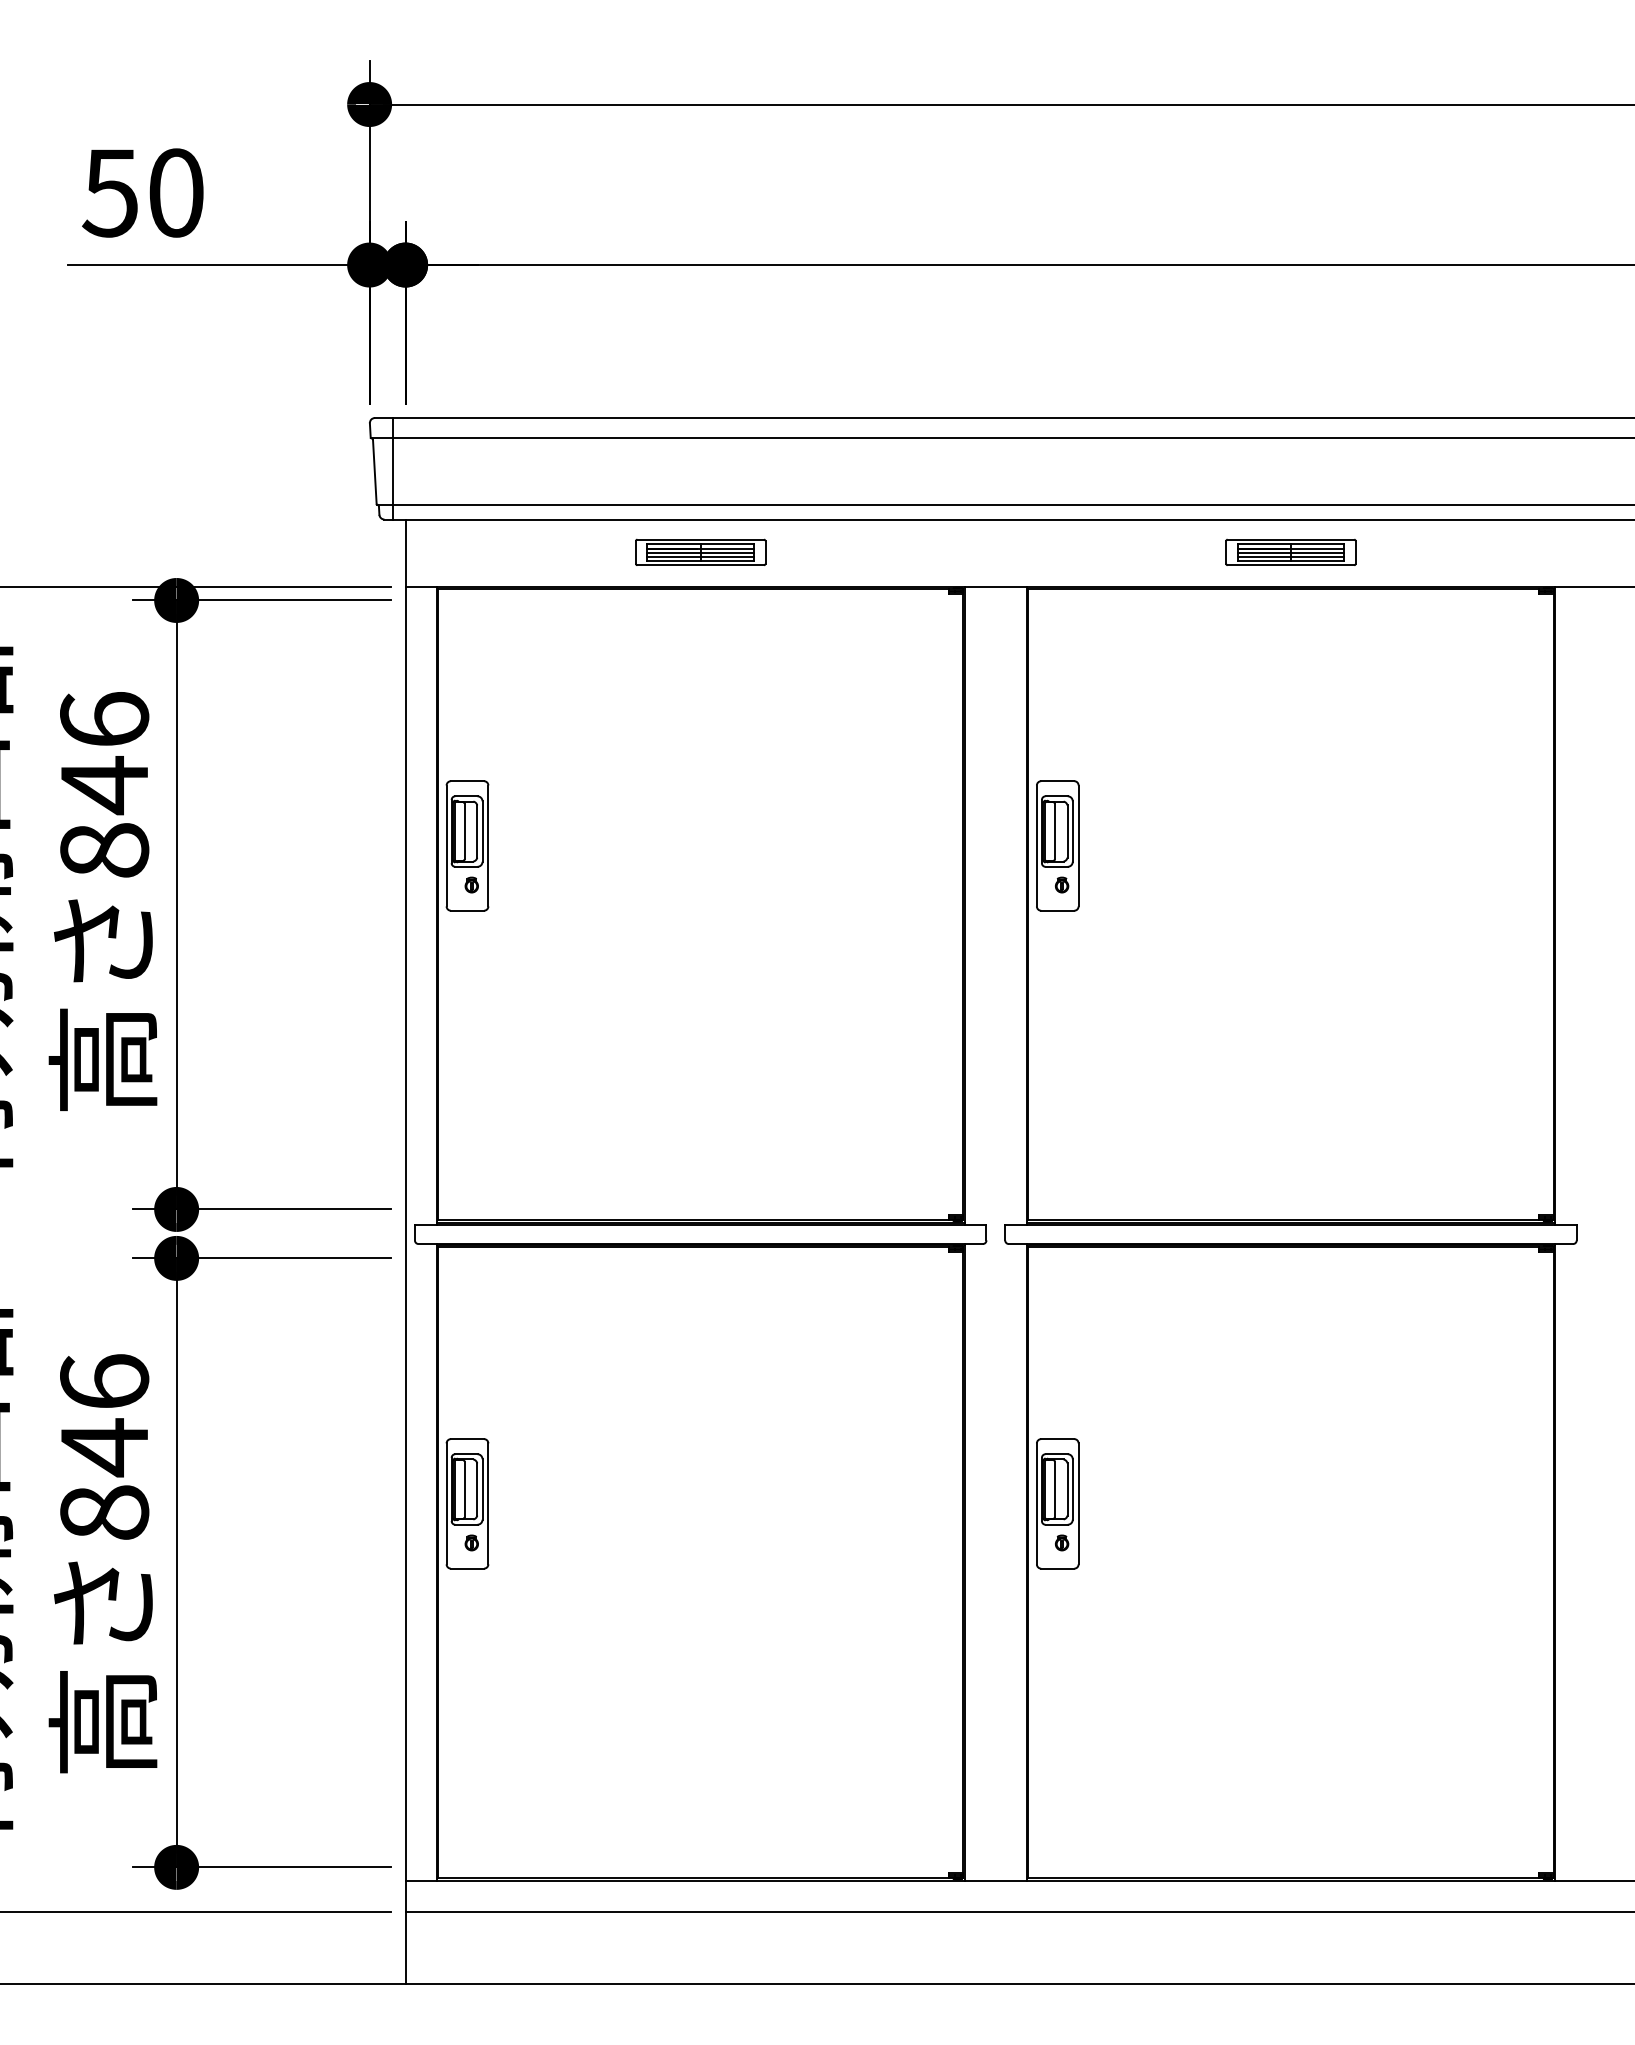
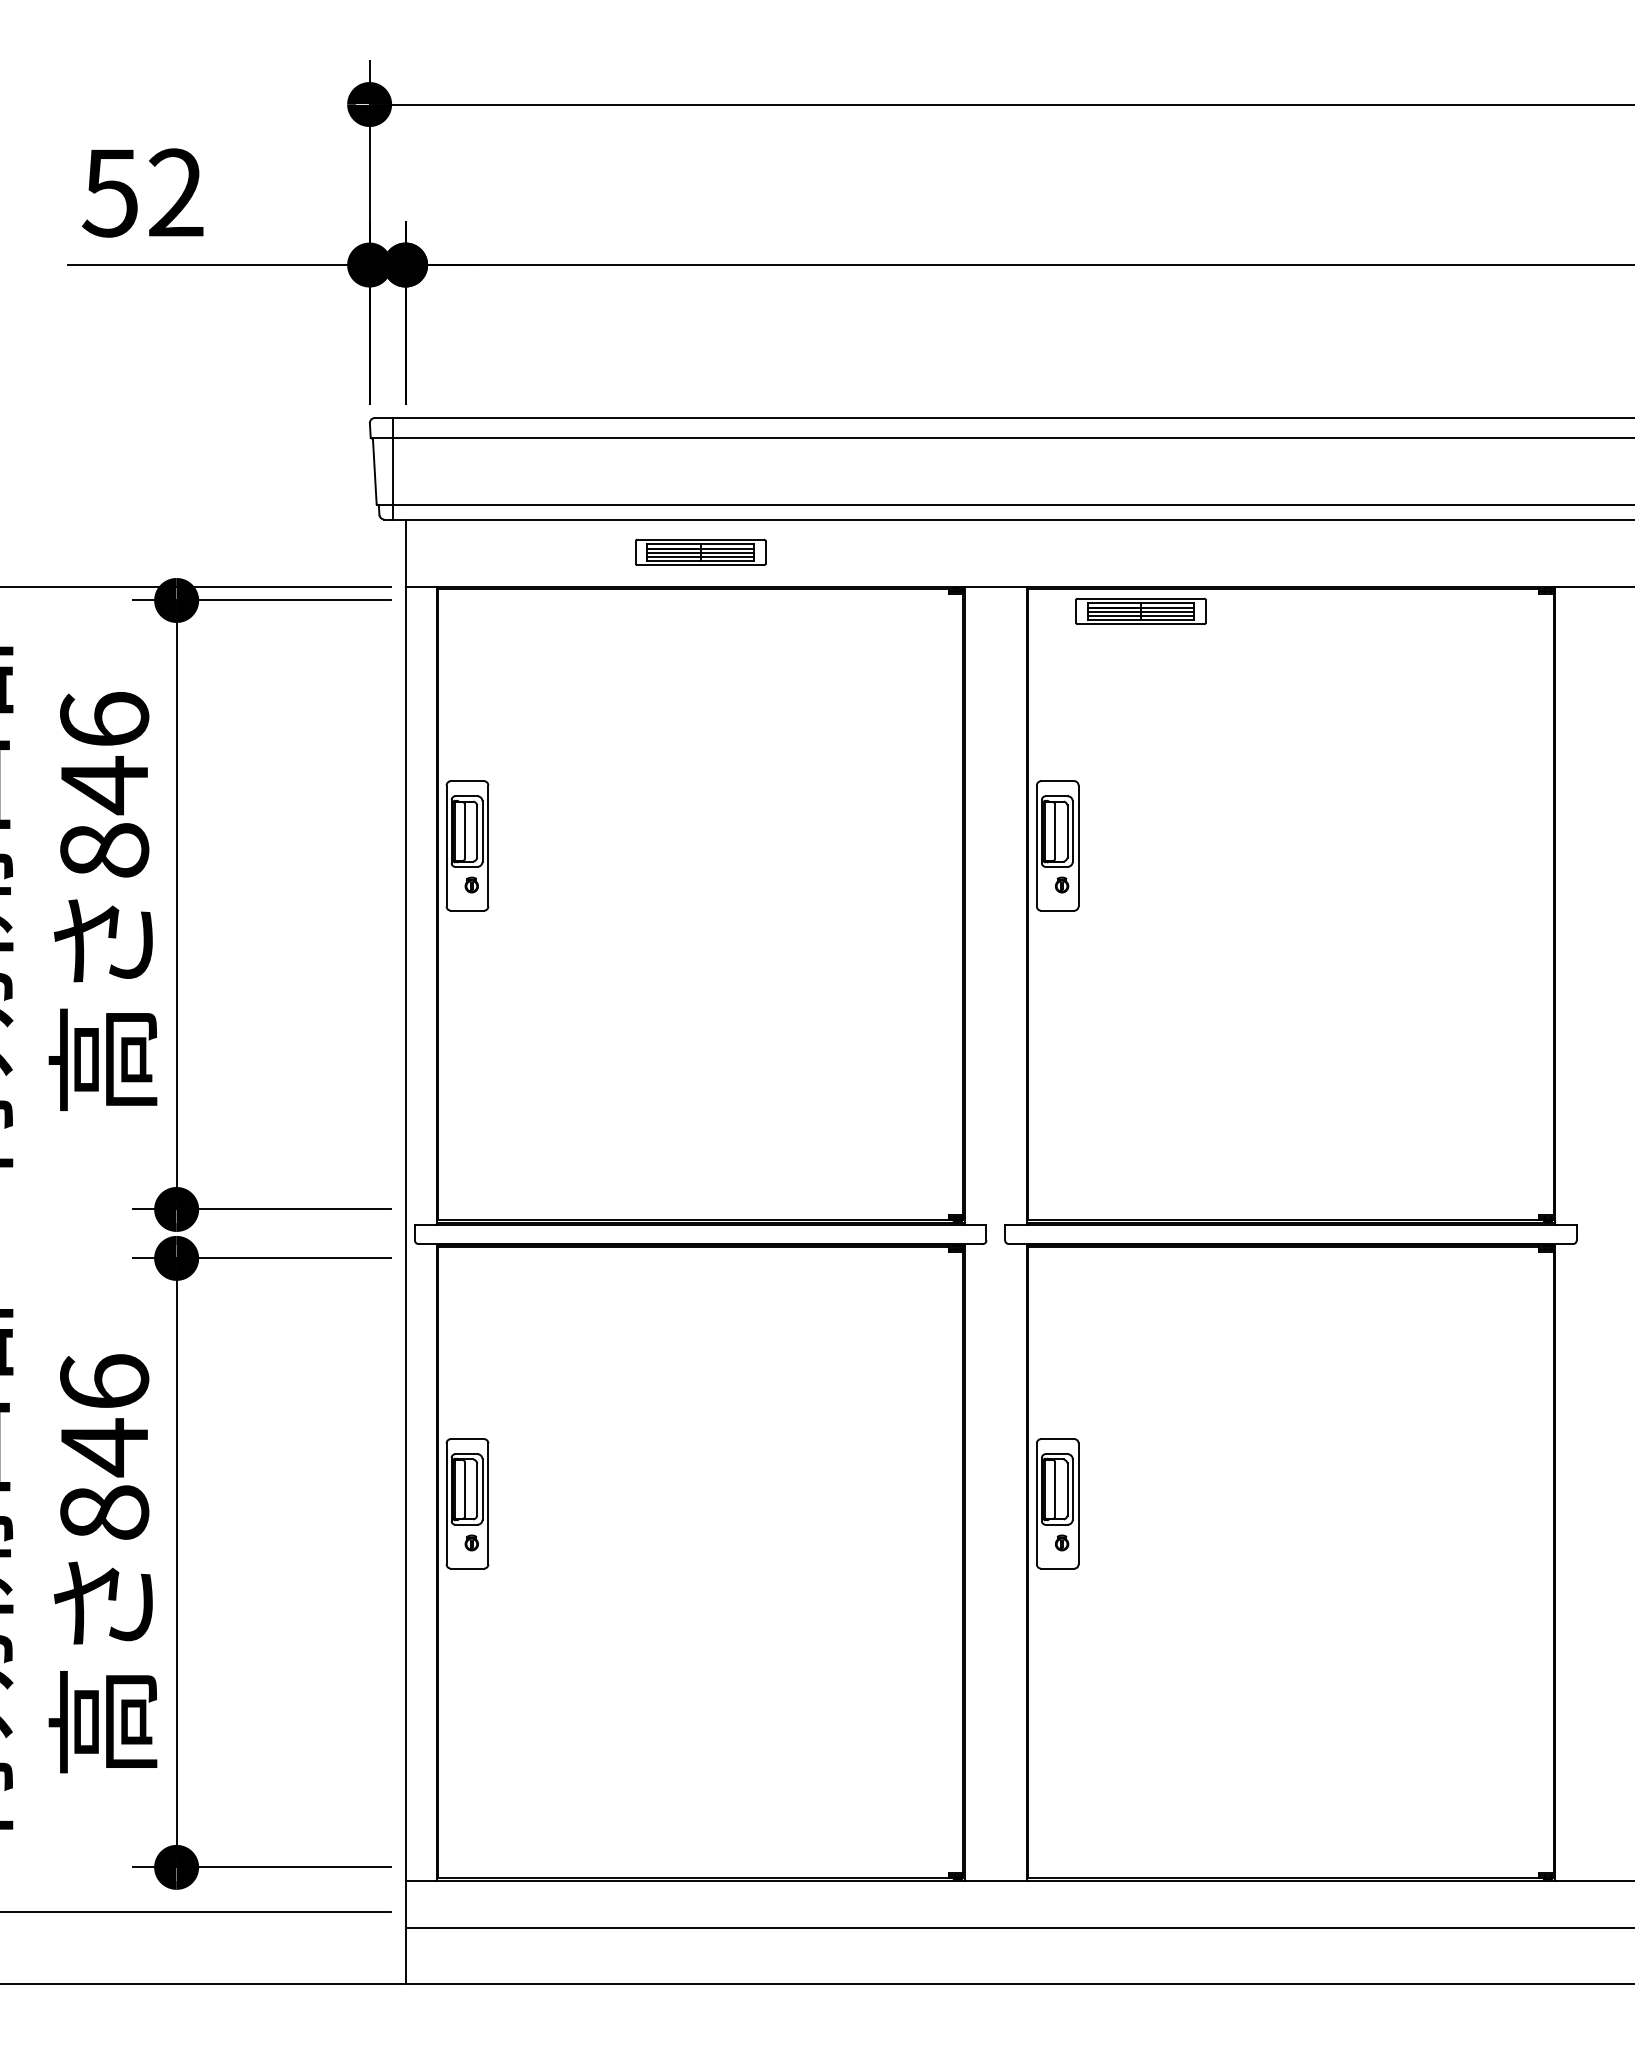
text at (176, 192): 50 -> 52
part at (1290, 551) position: (1290, 551) -> (1140, 610)
line at (1018, 1911) position: (1018, 1911) -> (1018, 1927)
